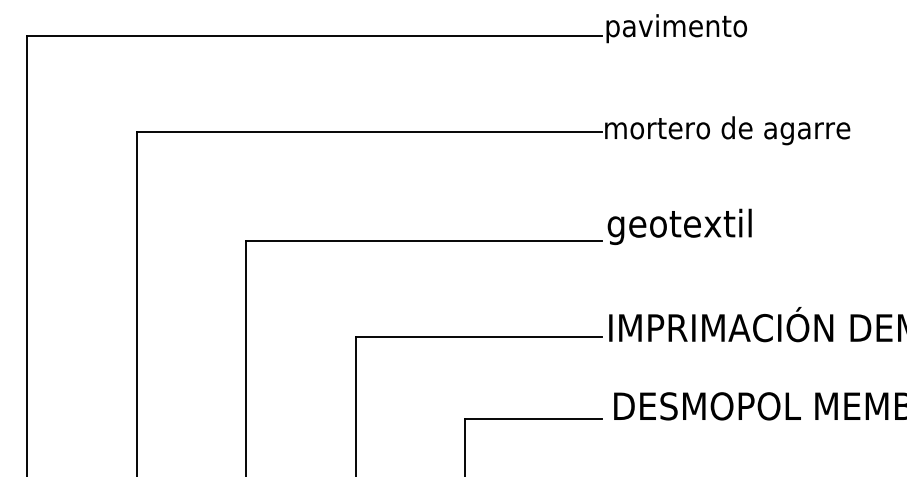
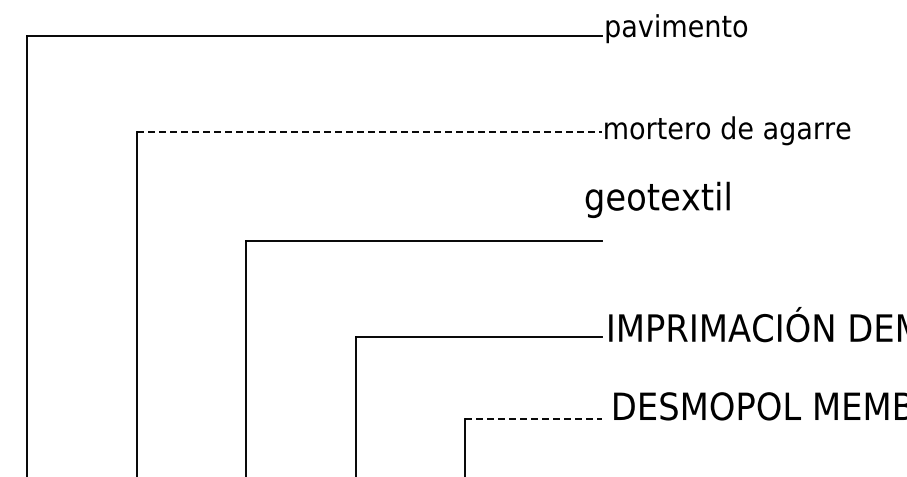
line at (369, 131): solid -> dashed
text at (679, 226) position: (679, 226) -> (657, 199)
line at (534, 419): solid -> dashed
